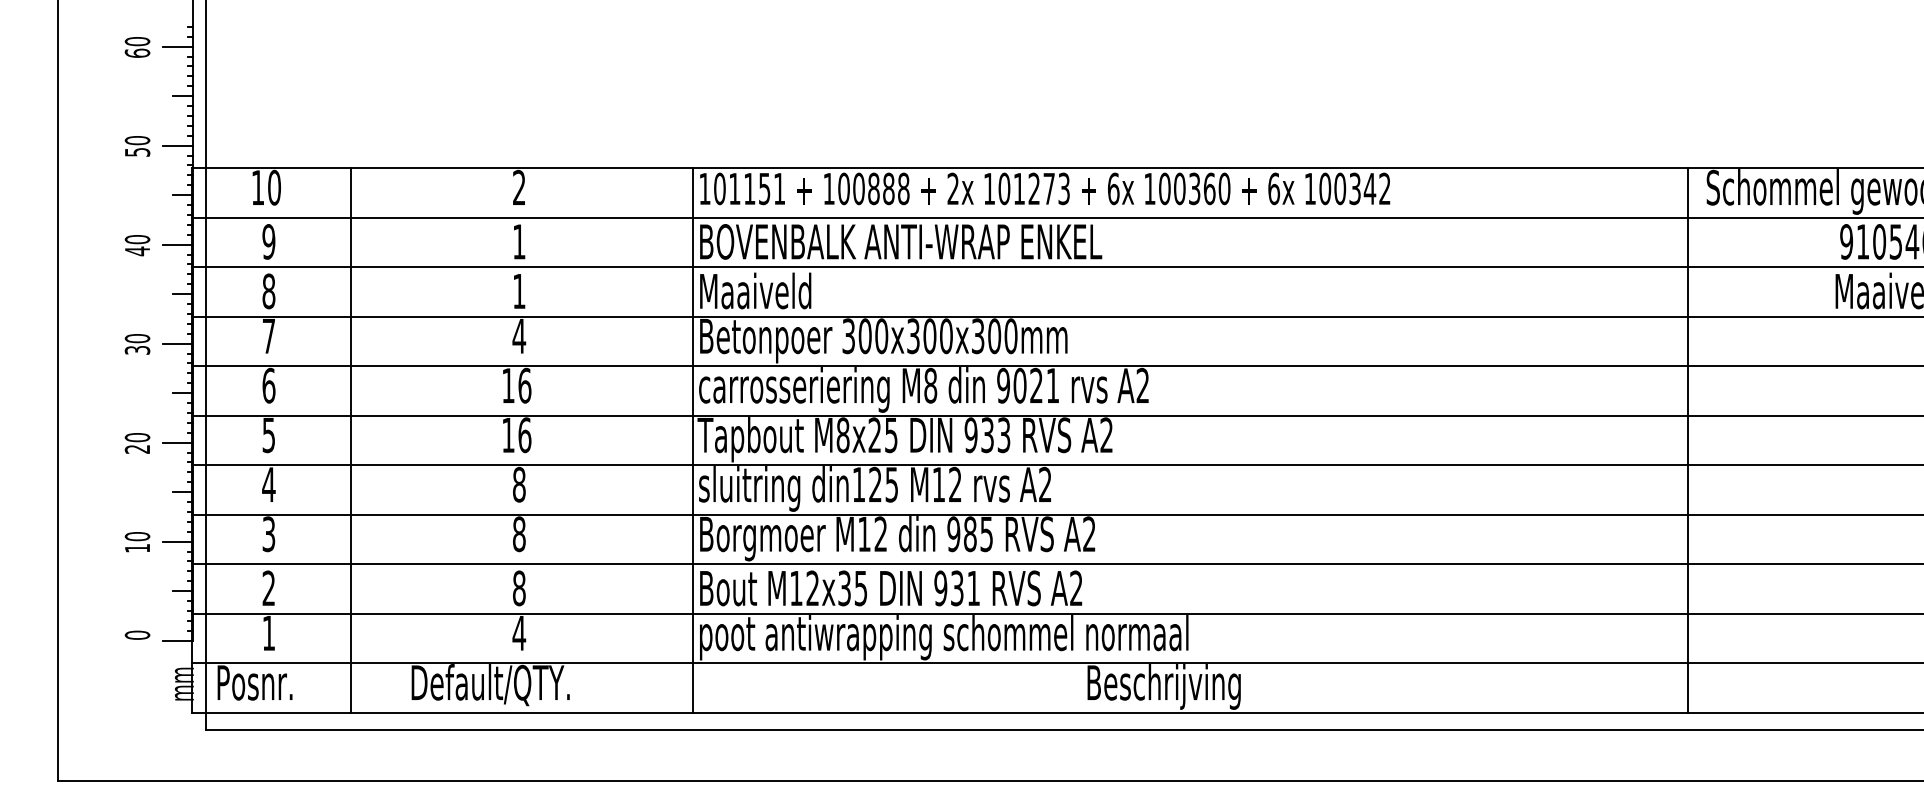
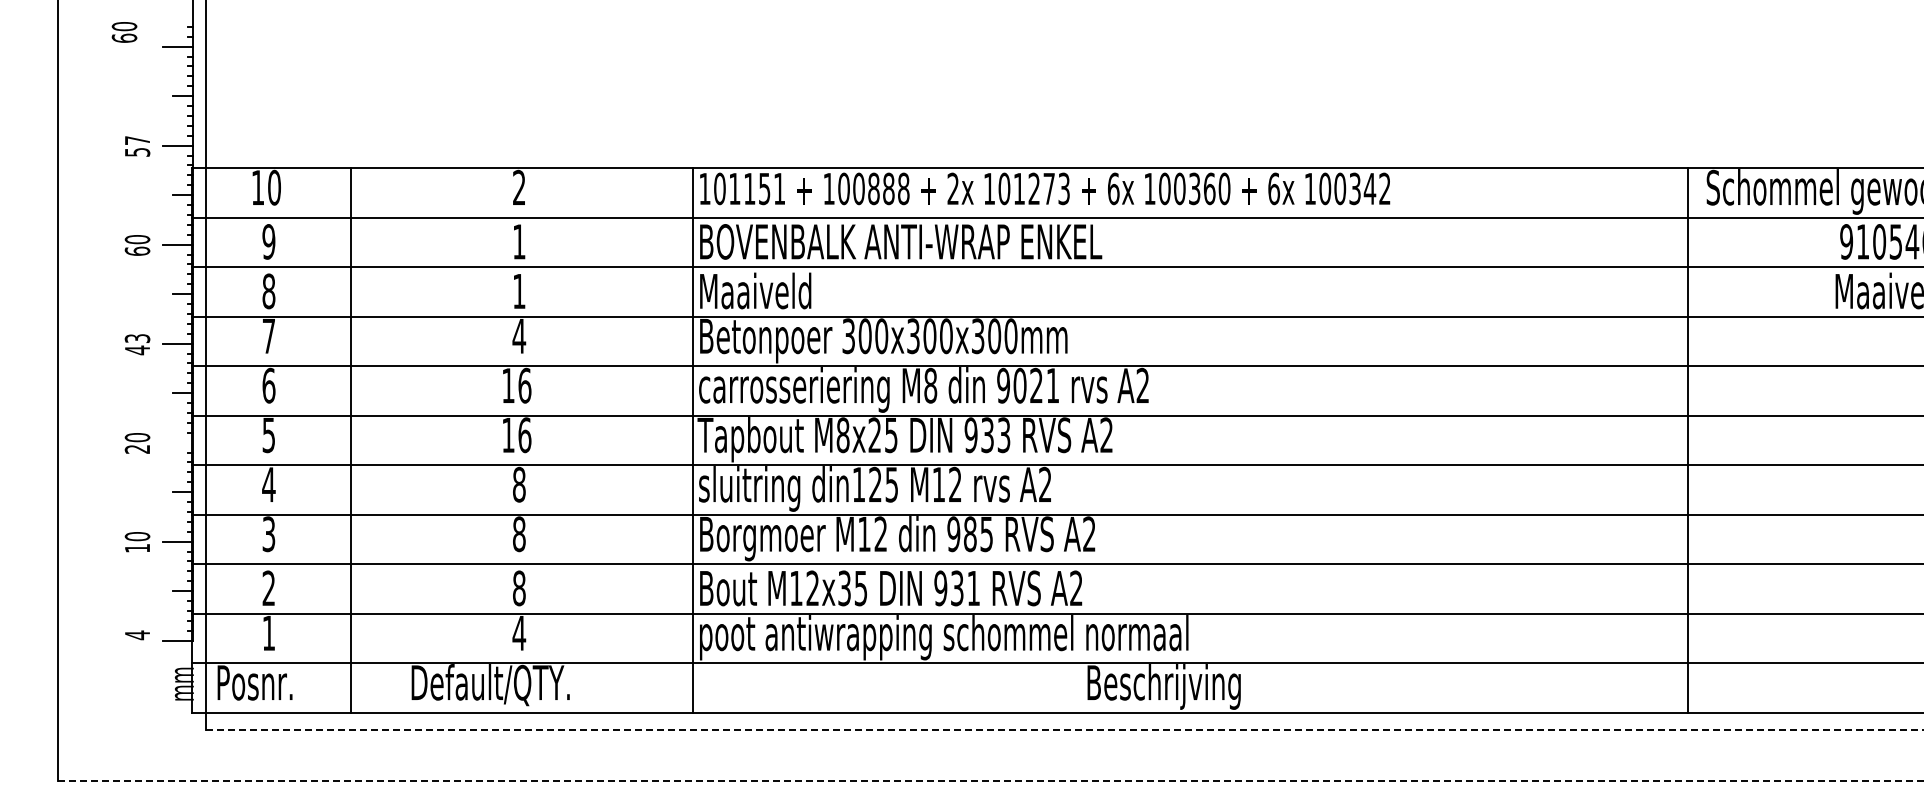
text at (137, 47) position: (137, 47) -> (124, 32)
text at (137, 140): 50 -> 57
text at (137, 251): 40 -> 60
text at (137, 344): 30 -> 43
line at (177, 442): present -> none
text at (137, 635): 0 -> 4
line at (1065, 730): solid -> dashed
line at (990, 780): solid -> dashed
